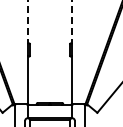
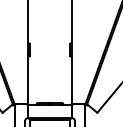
line at (28, 22): dashed -> solid
line at (71, 22): dashed -> solid
